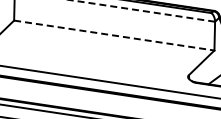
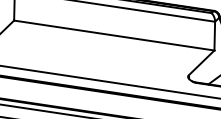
line at (142, 10): dashed -> solid
line at (114, 35): dashed -> solid
